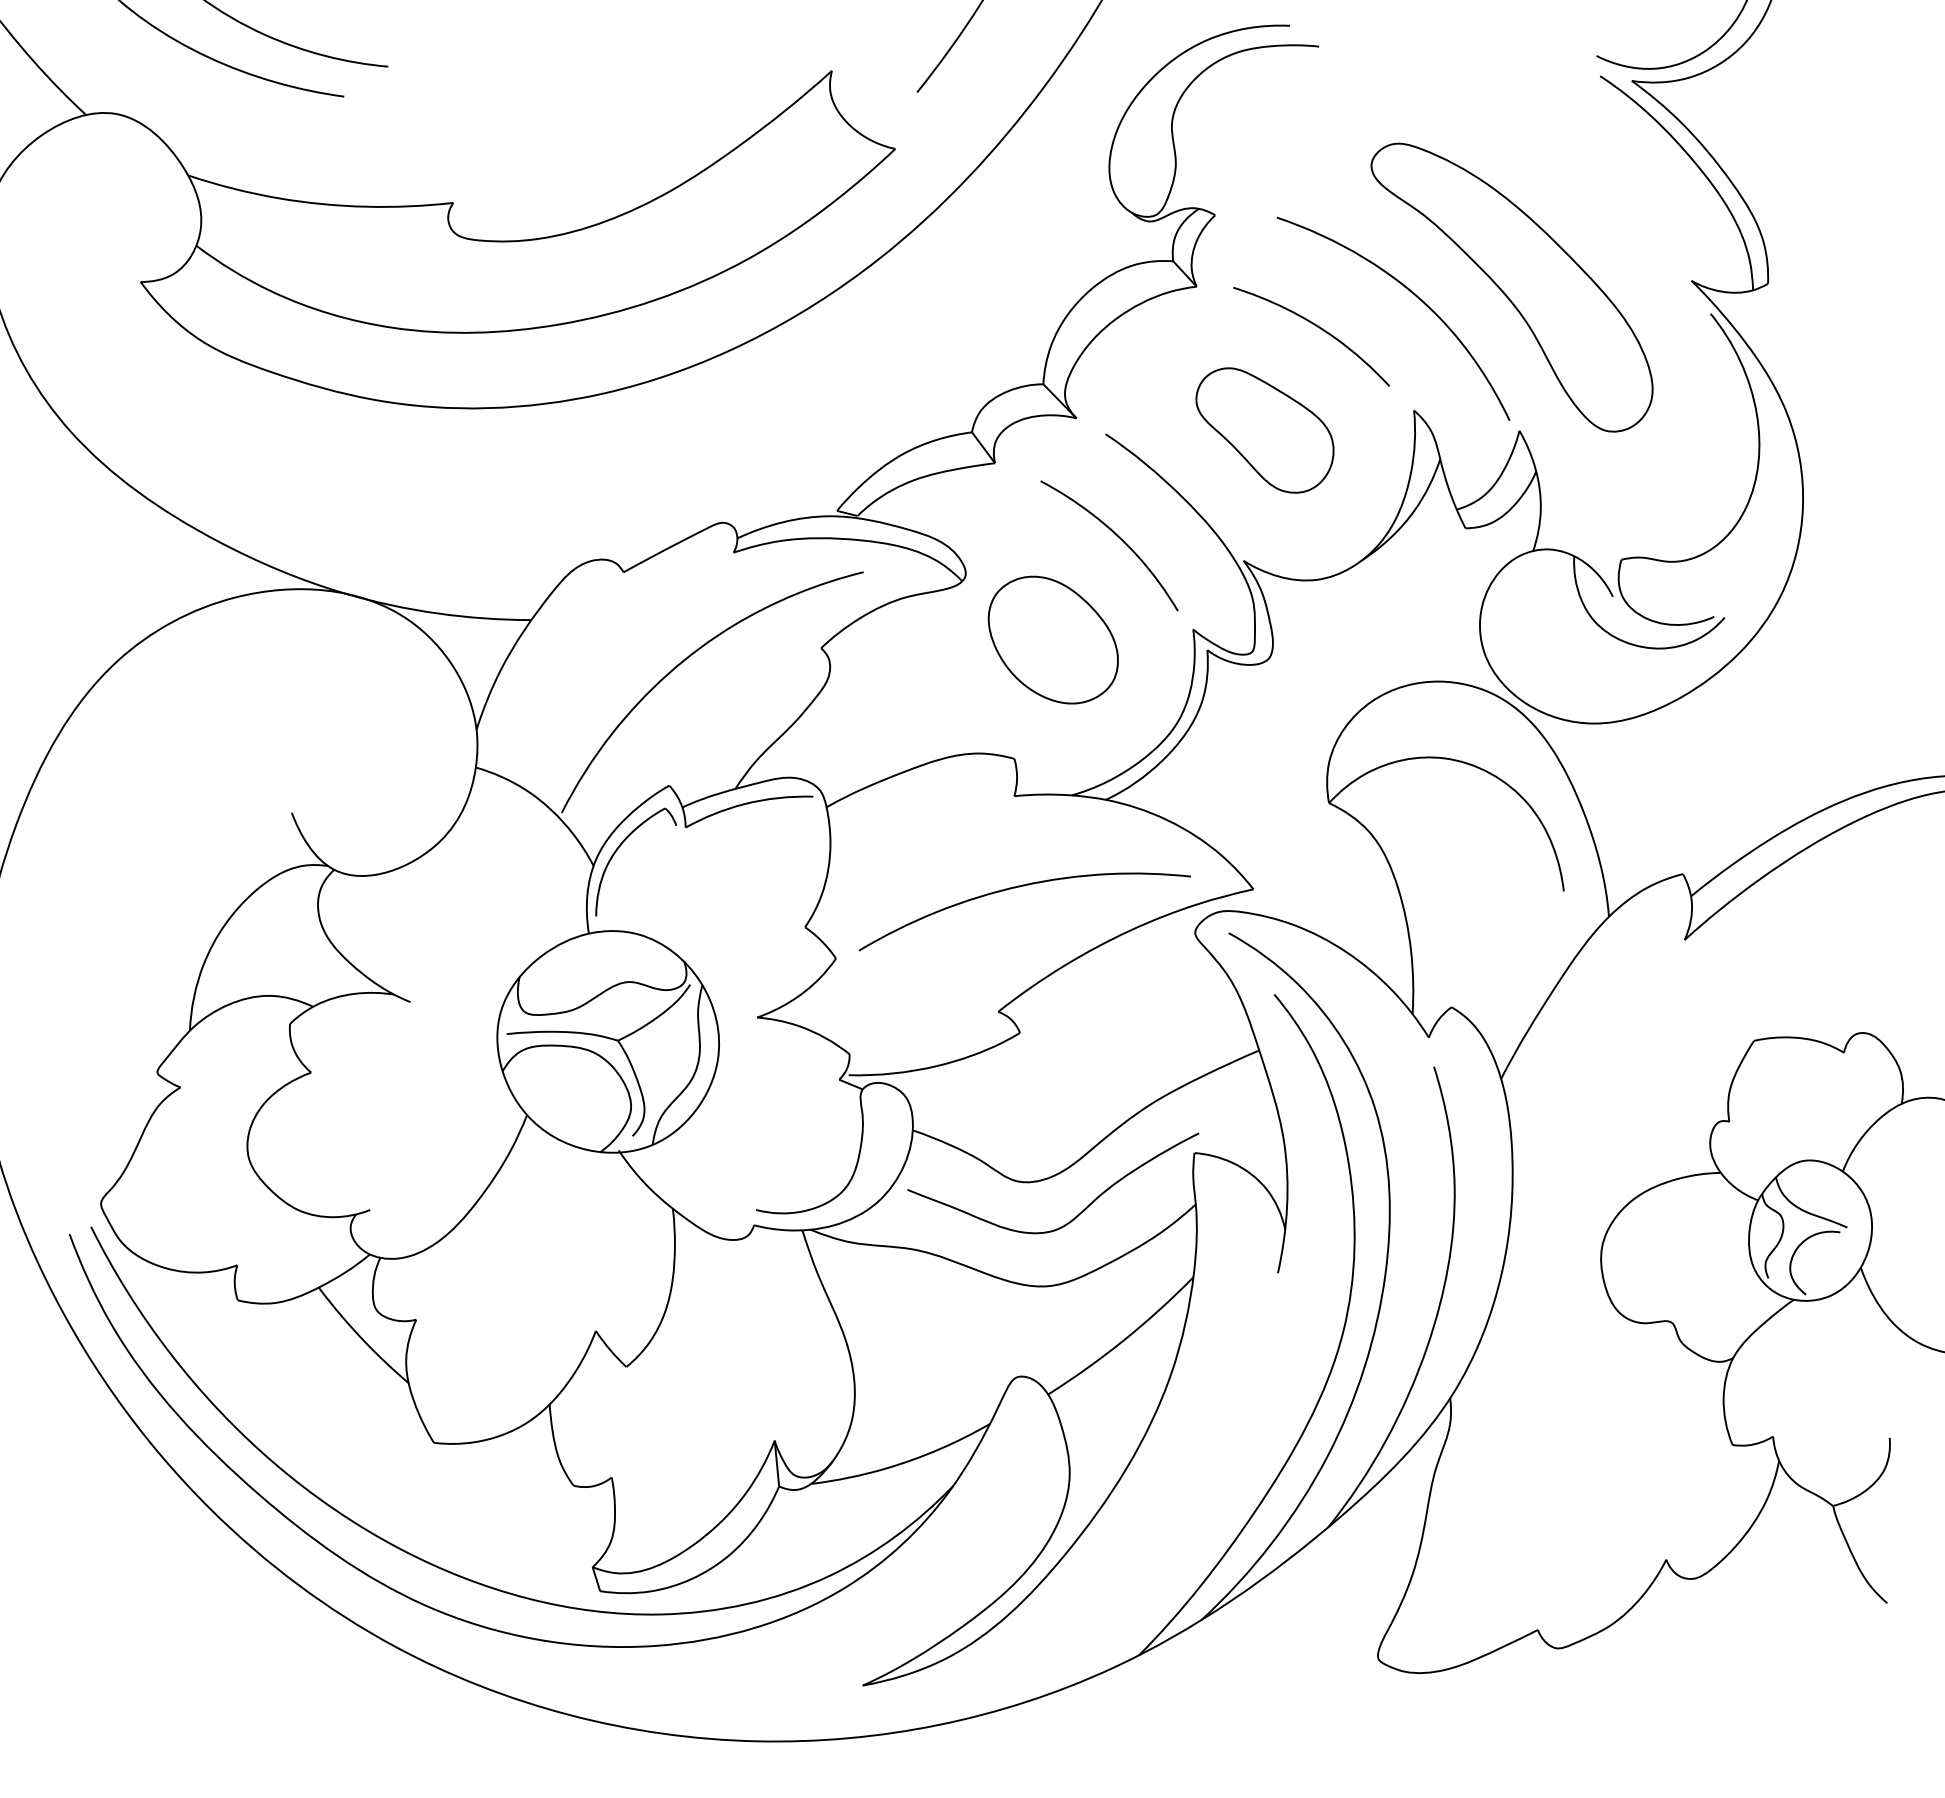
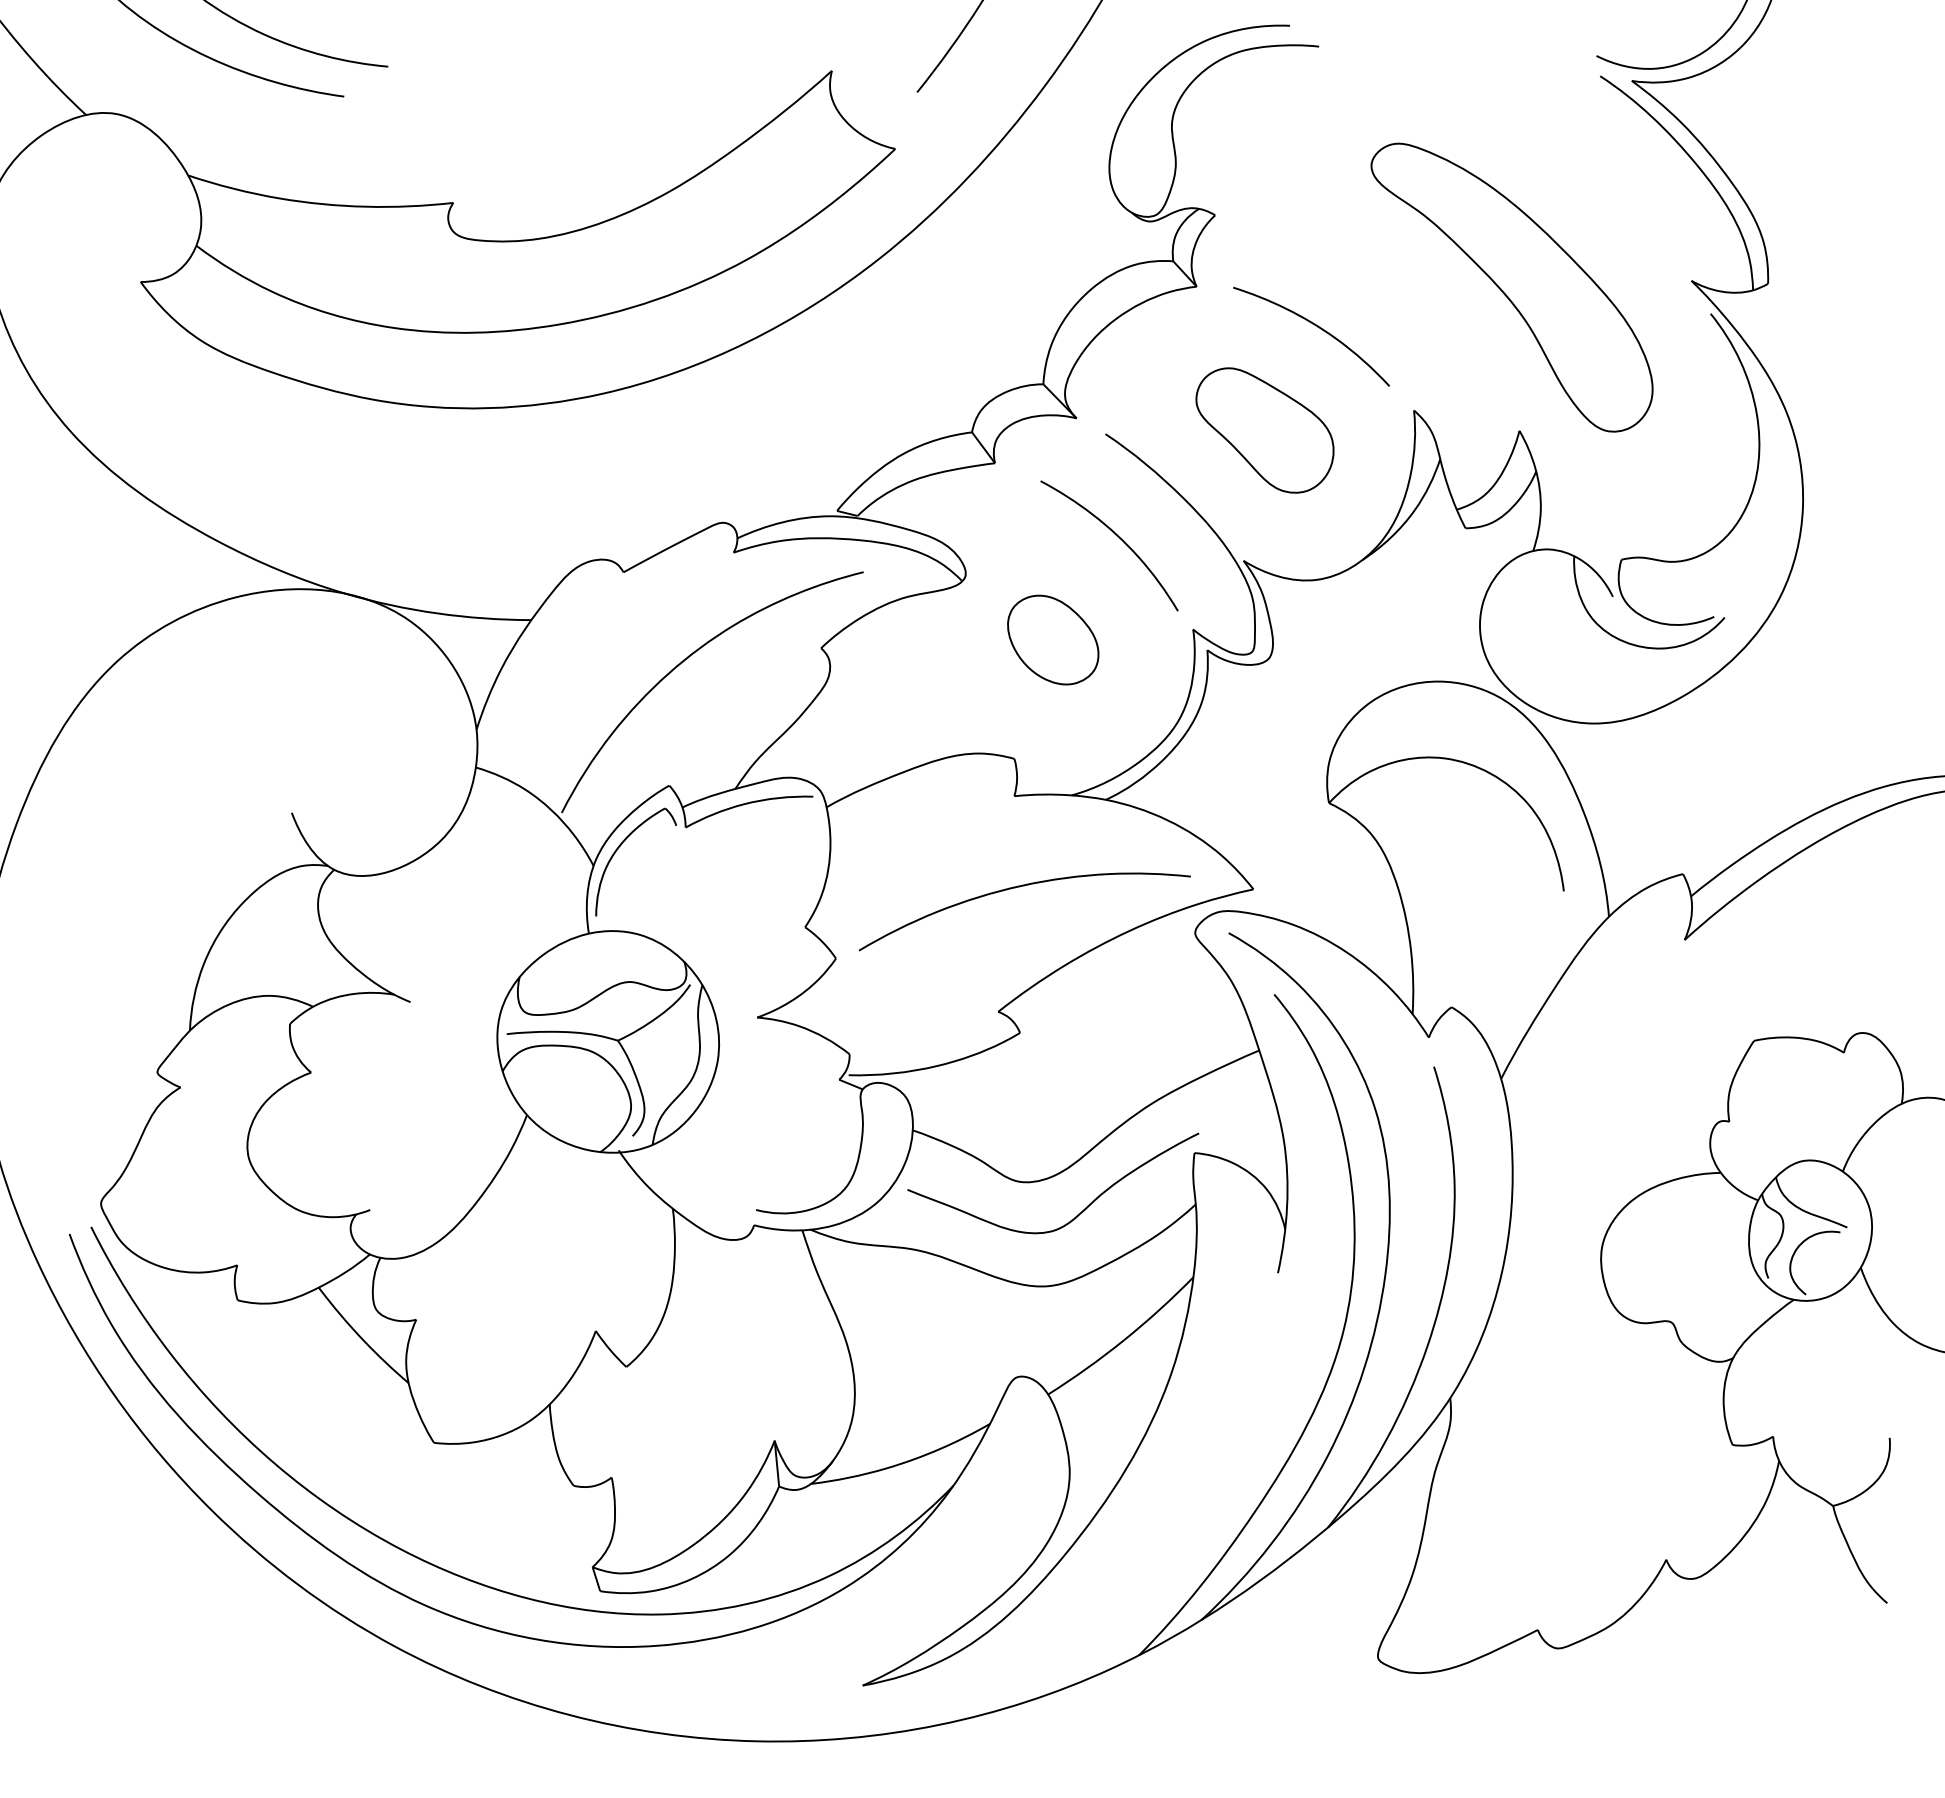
curve at (1410, 292): present -> none
part at (1052, 639) size: 132x130 px -> 93x92 px
